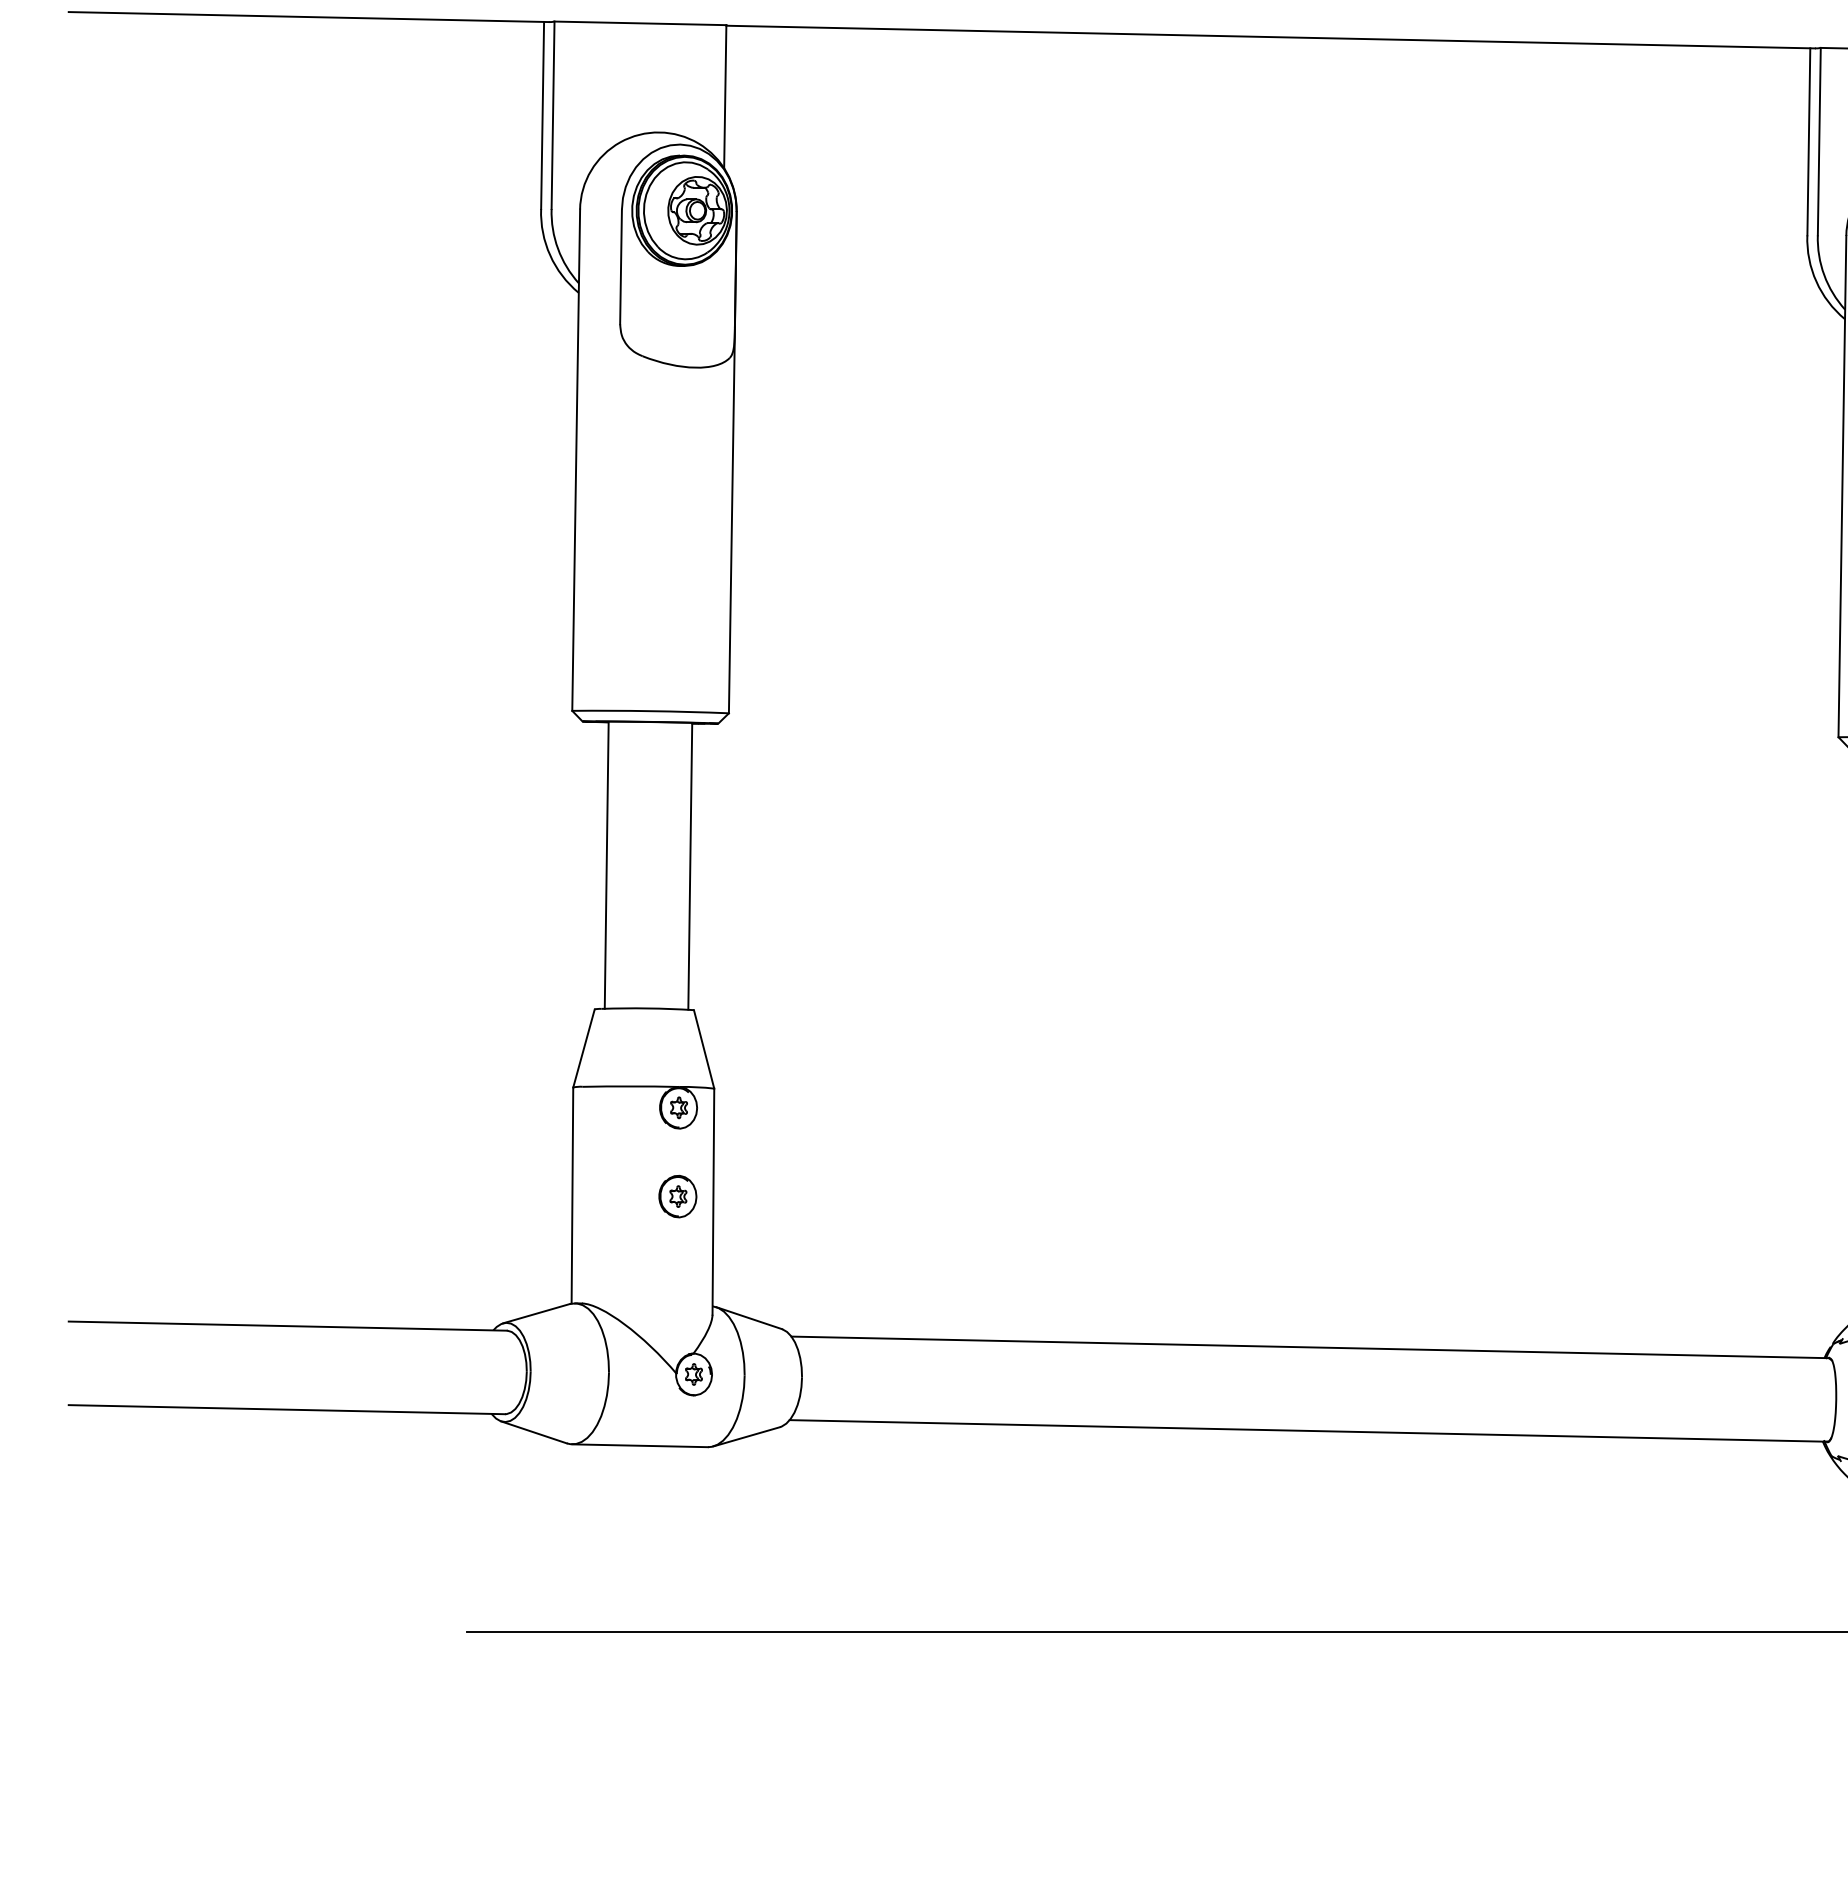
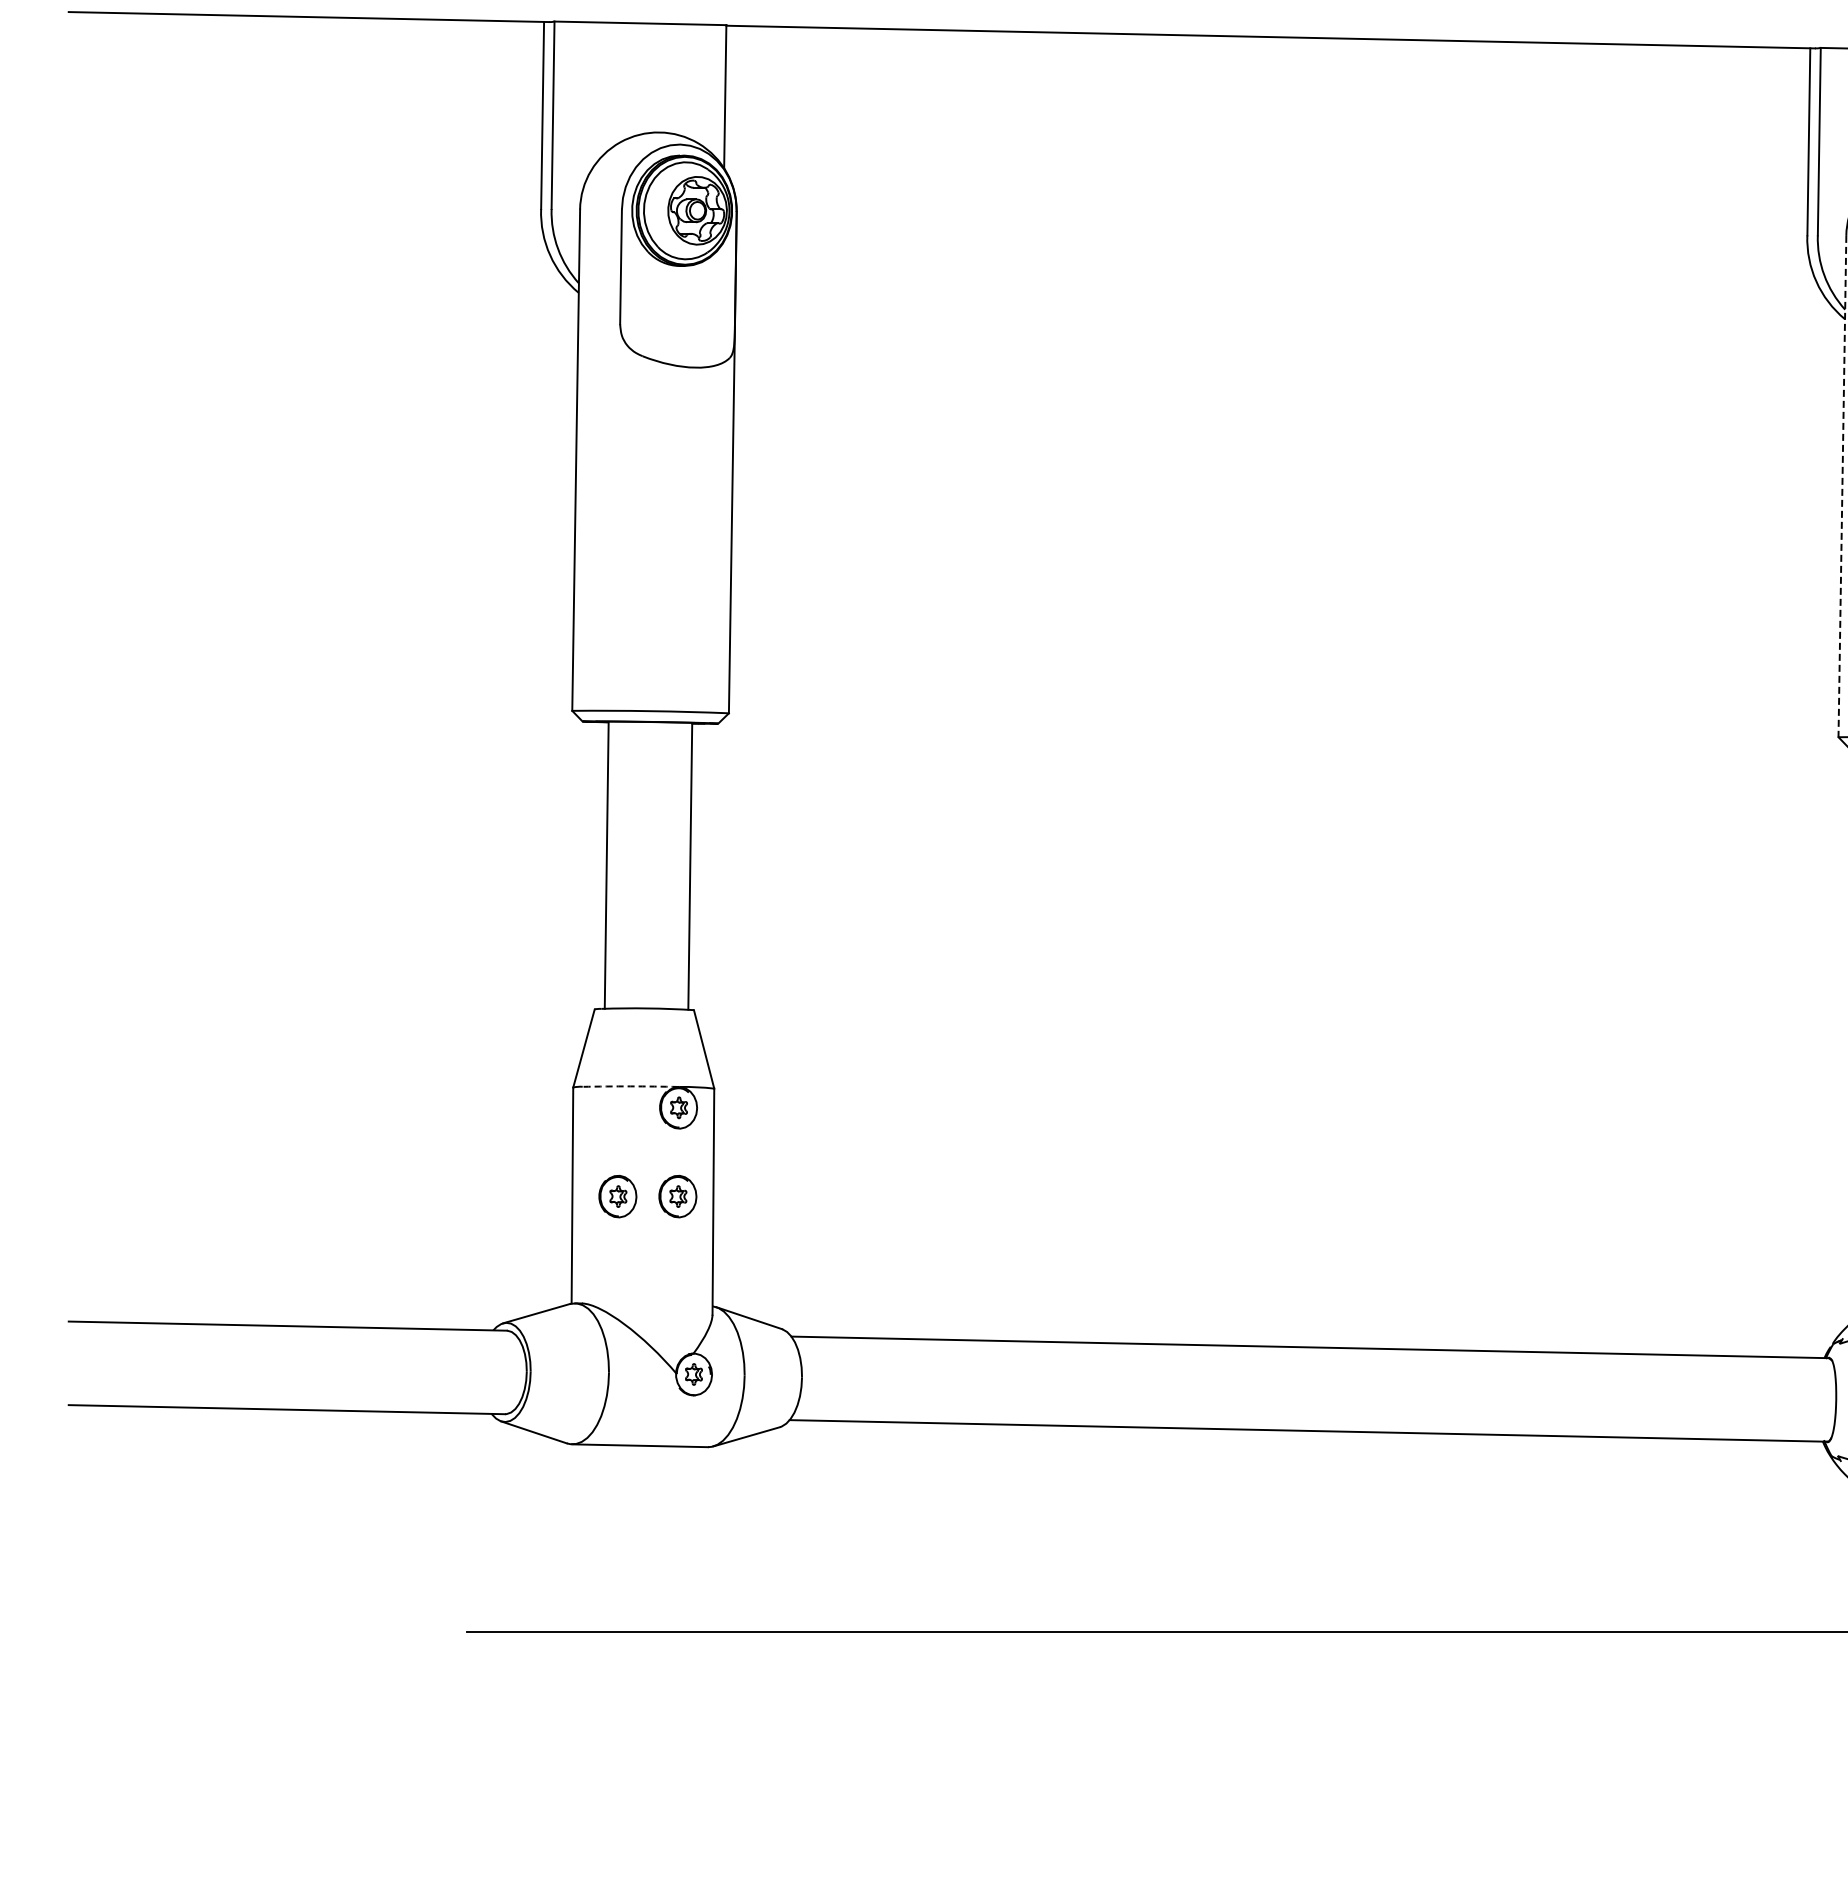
line at (1842, 486): solid -> dashed
arc at (630, 1086): solid -> dashed
part at (617, 1196): none -> present
